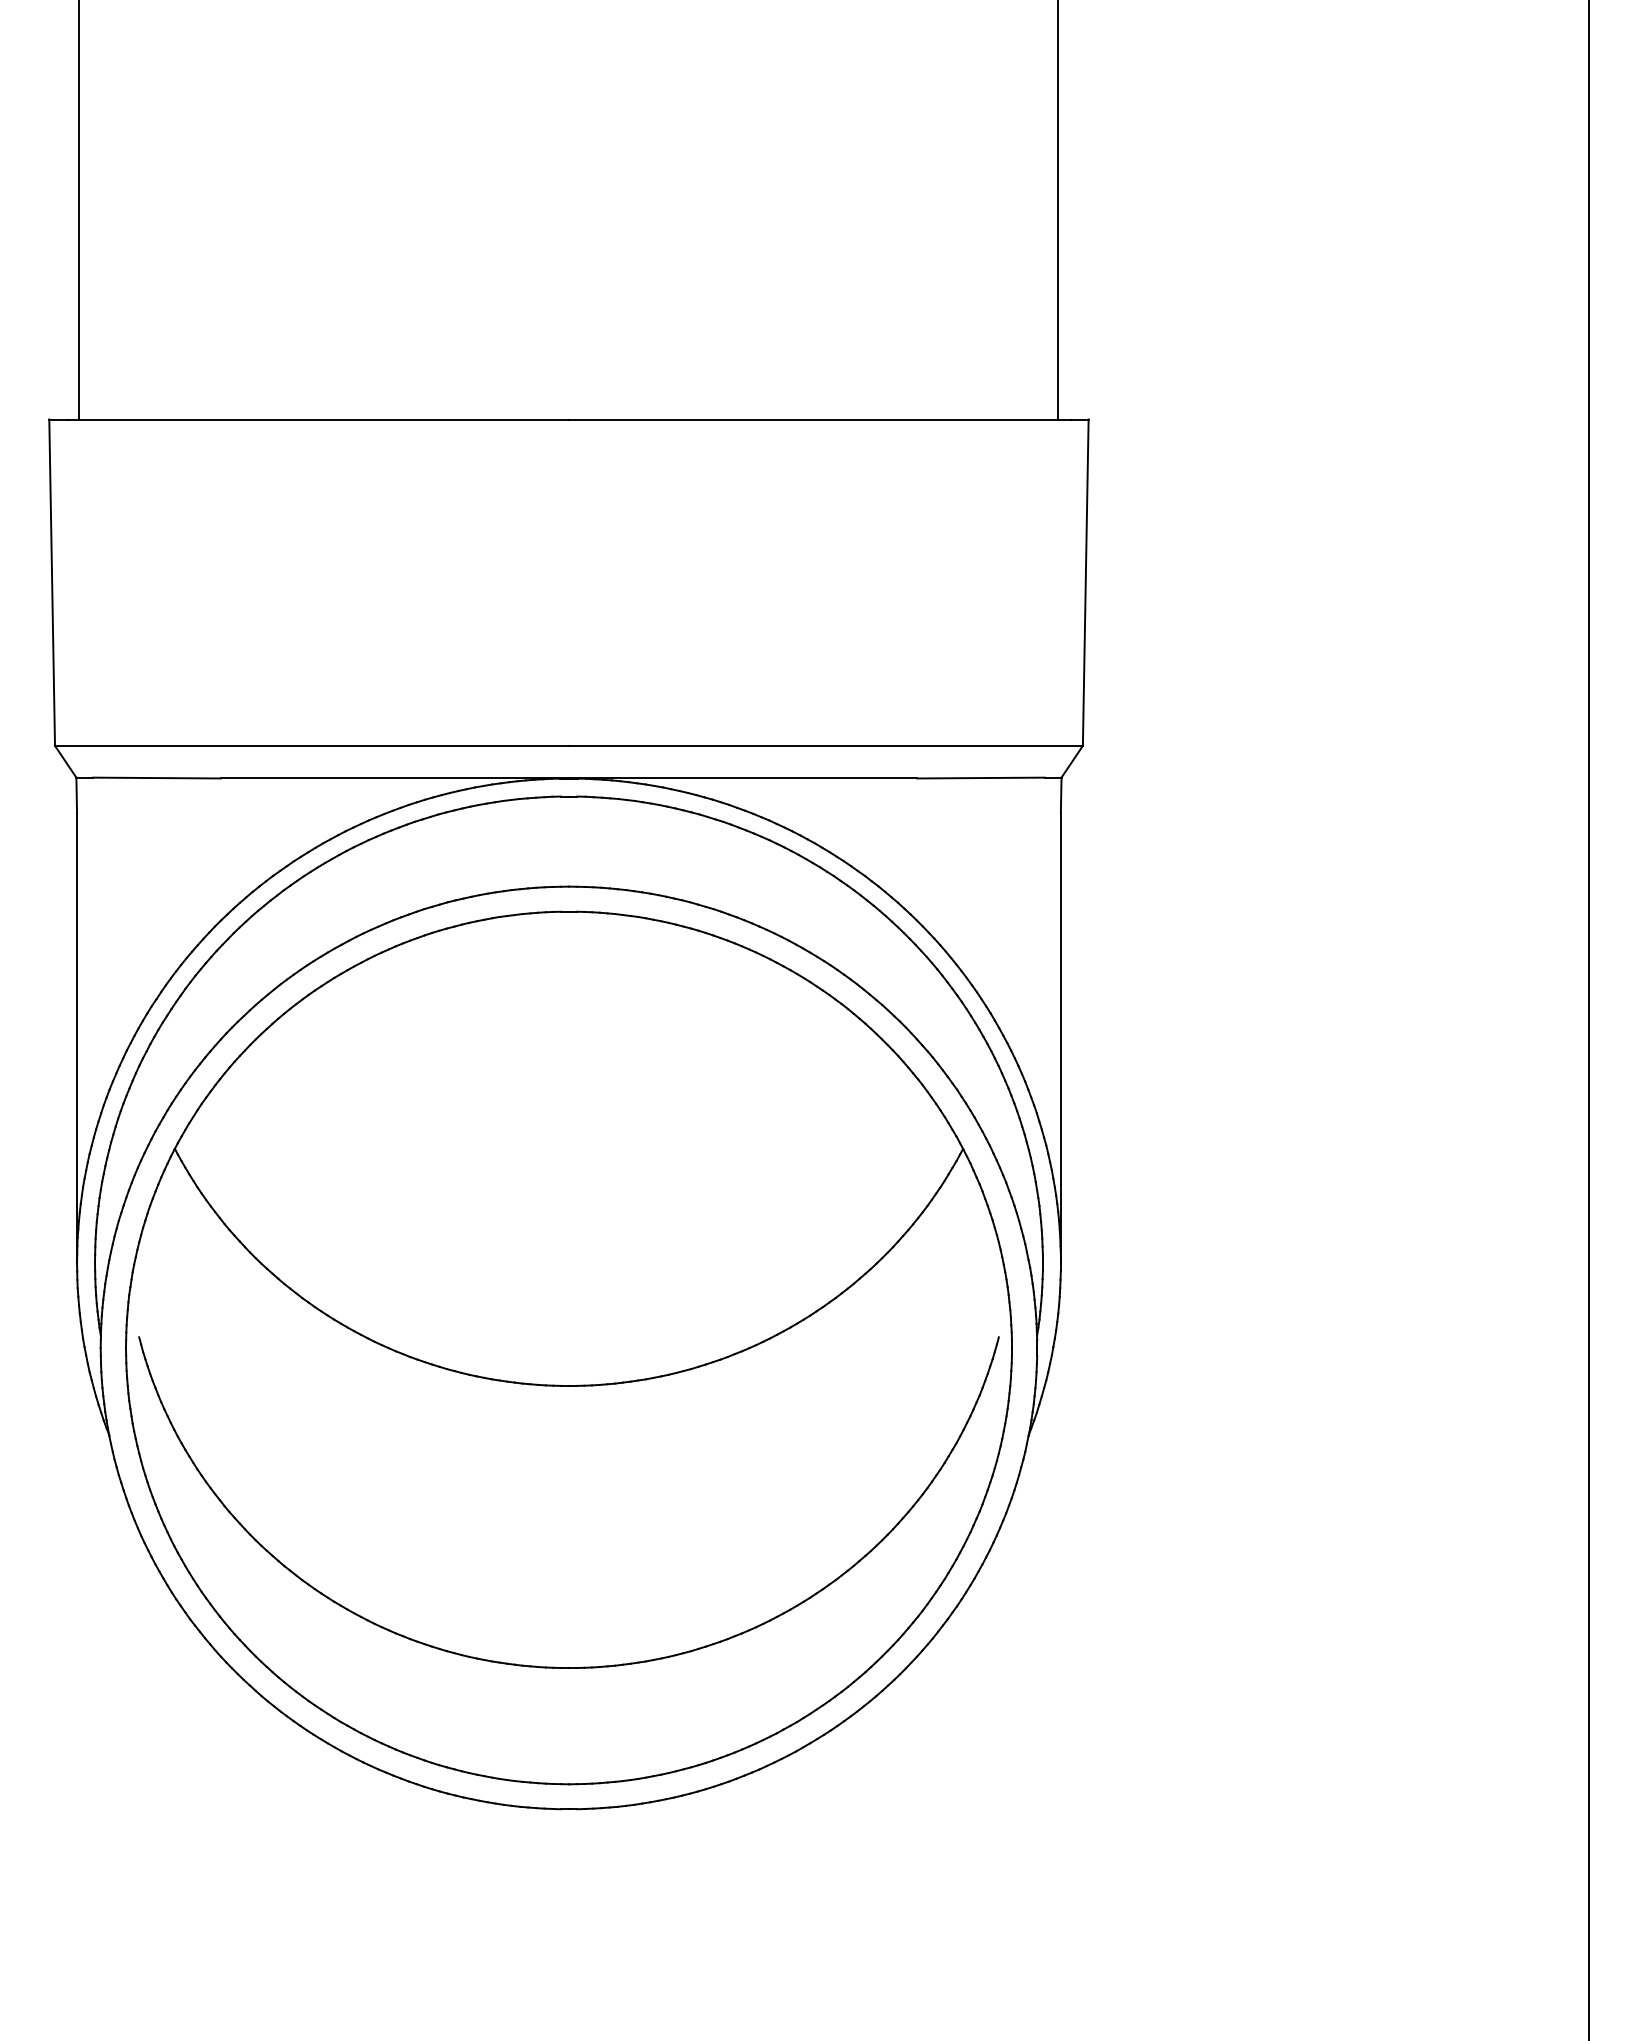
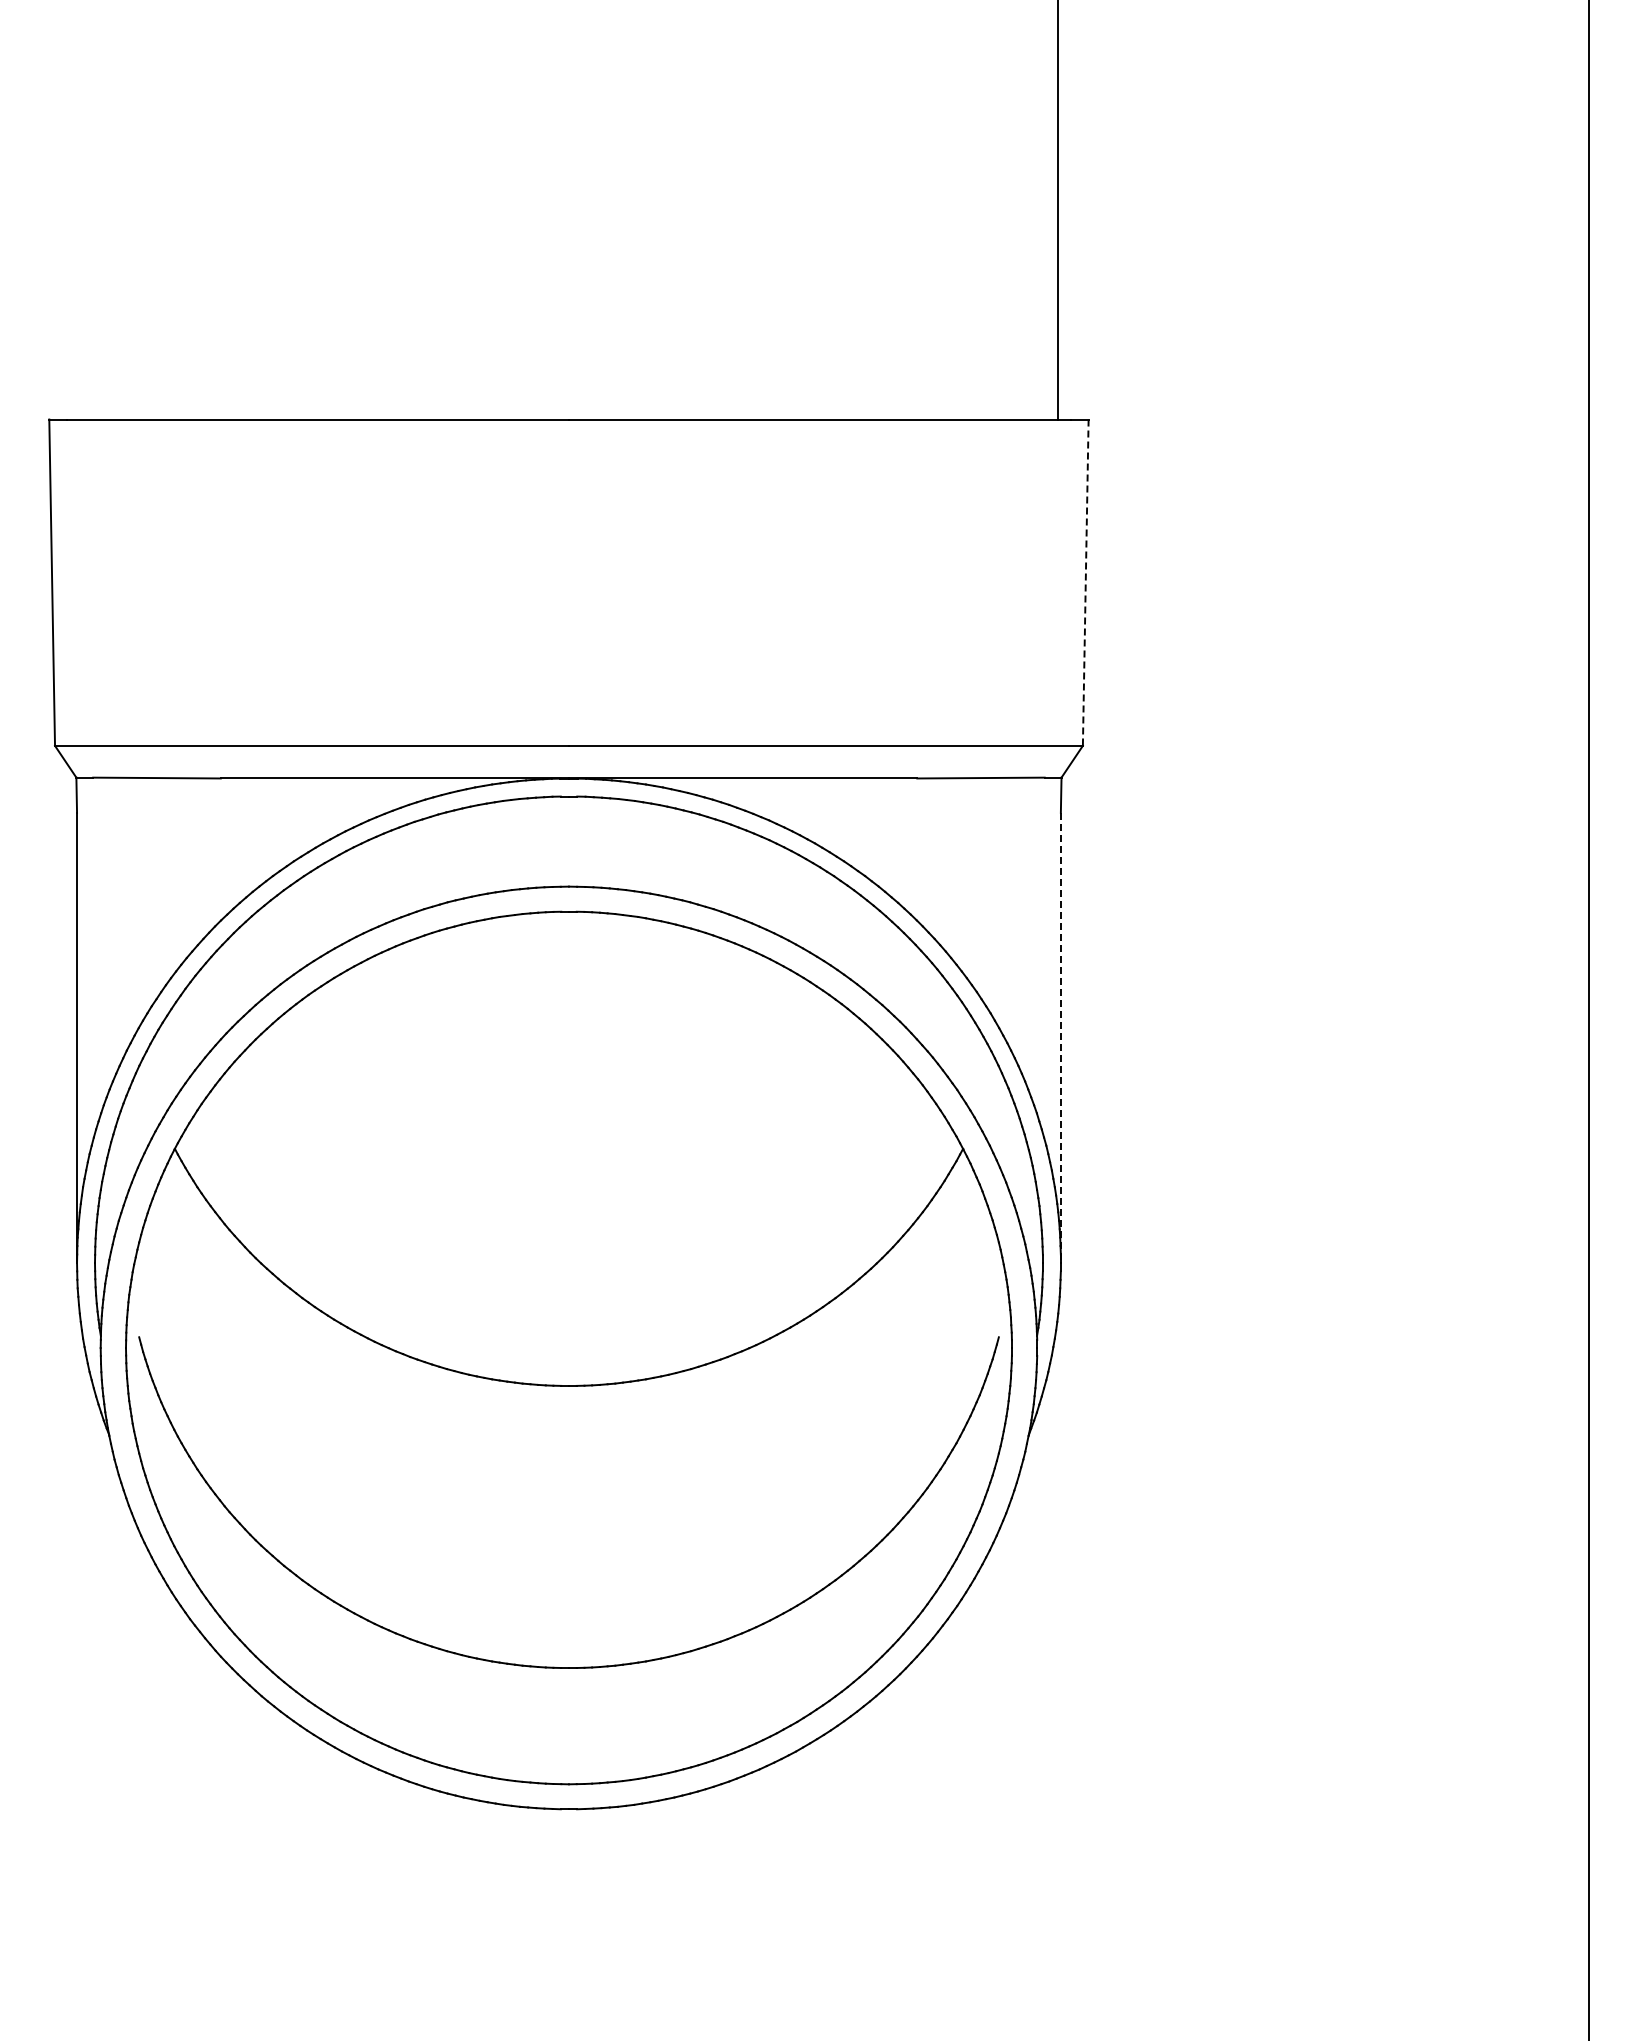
line at (79, 210): present -> none
line at (1085, 583): solid -> dashed
line at (1060, 1038): solid -> dashed
